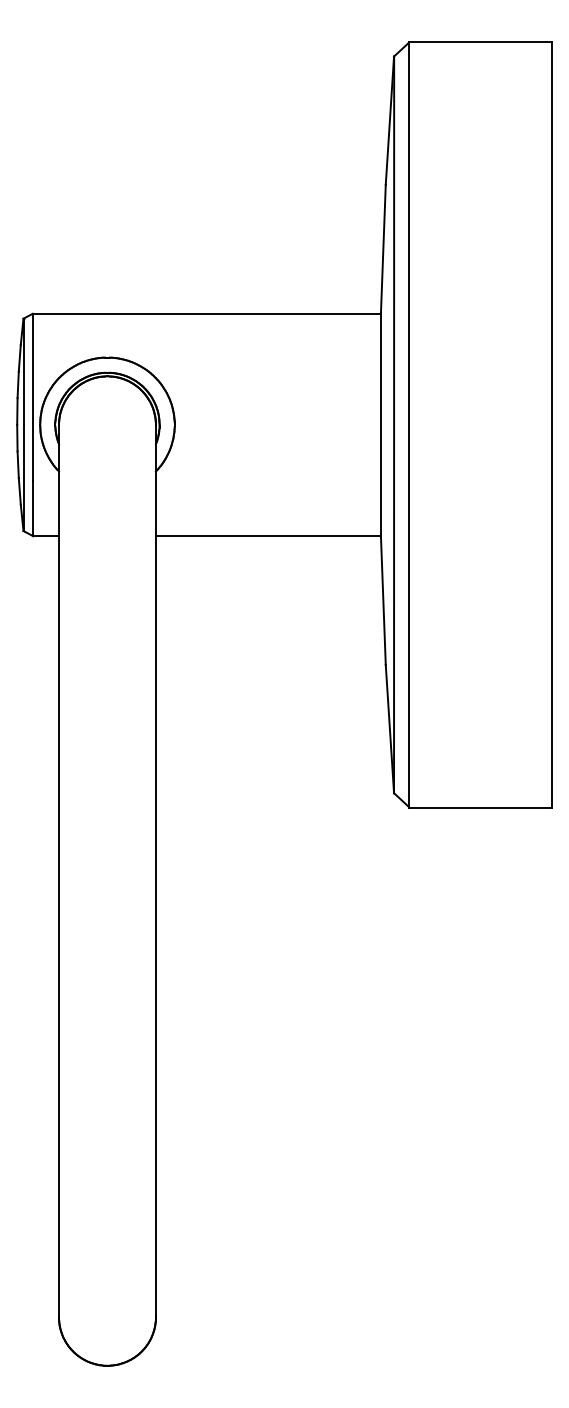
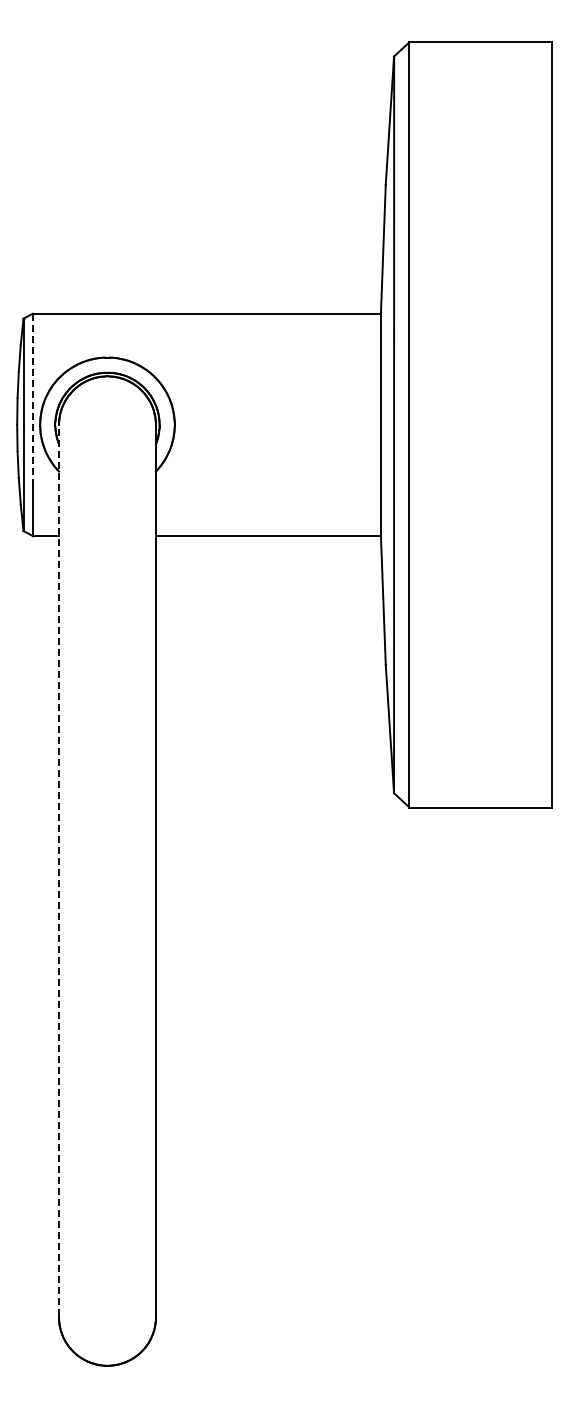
line at (32, 397): solid -> dashed
line at (59, 870): solid -> dashed
